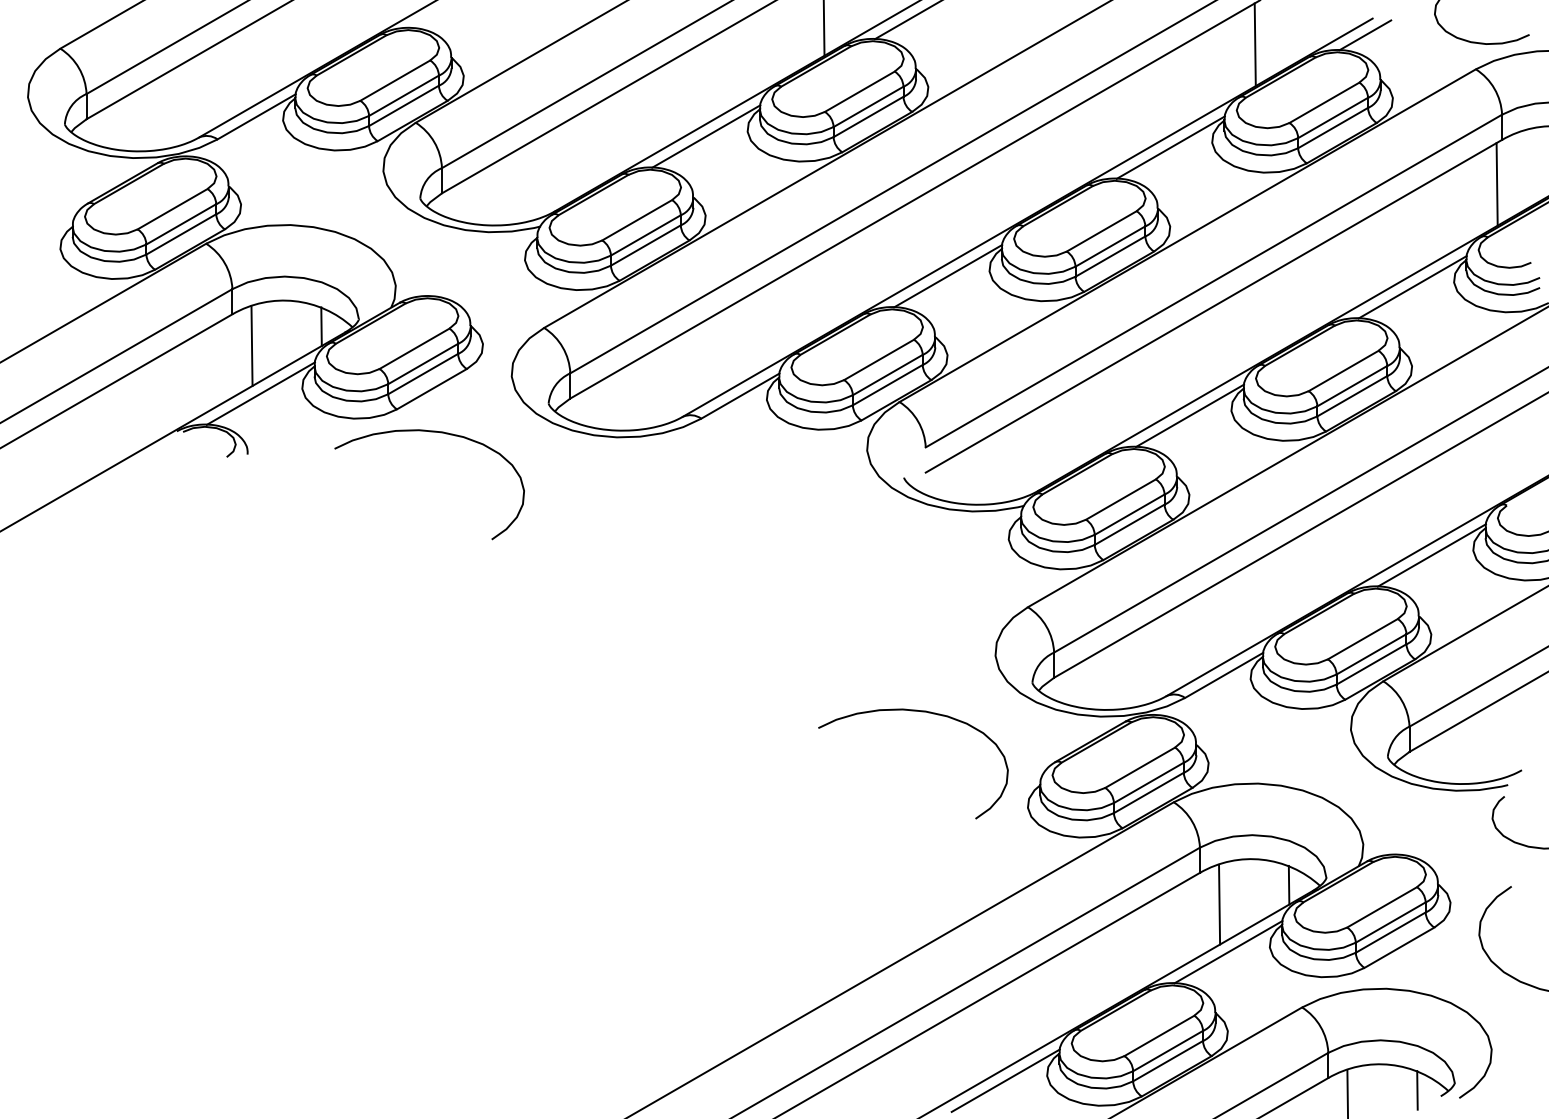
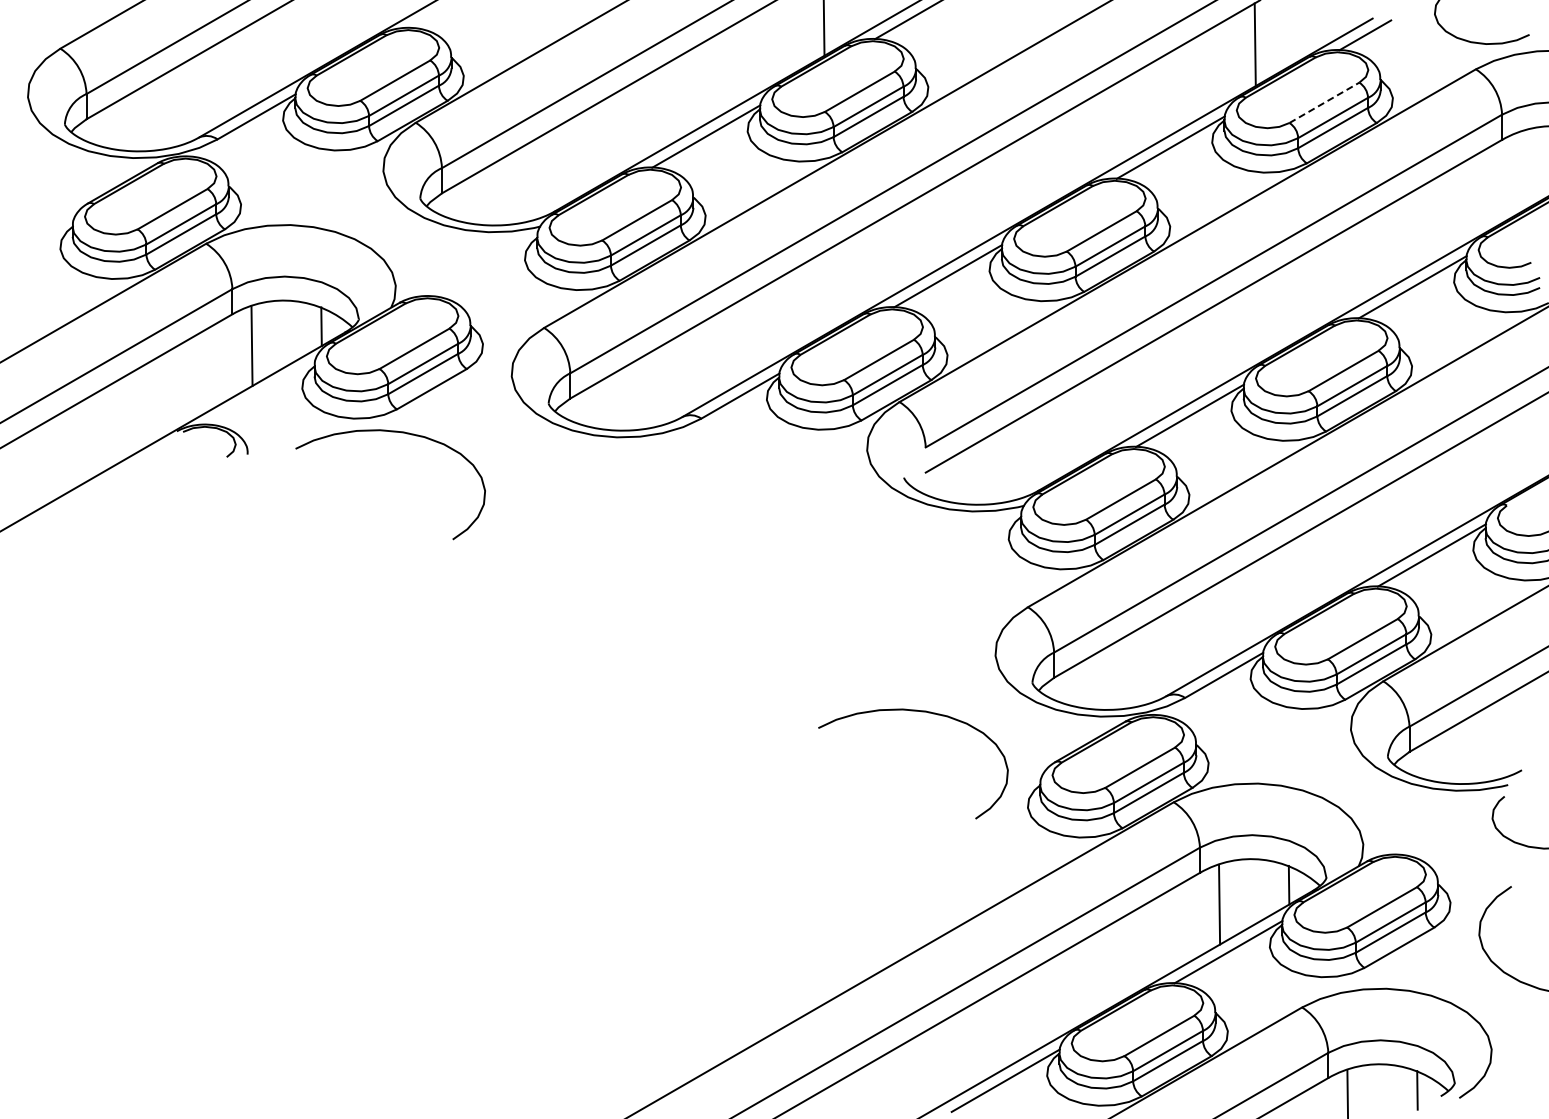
line at (1324, 102): solid -> dashed
line at (1496, 184): present -> none
line at (260, 393): present -> none
curve at (429, 432) position: (429, 432) -> (390, 432)
